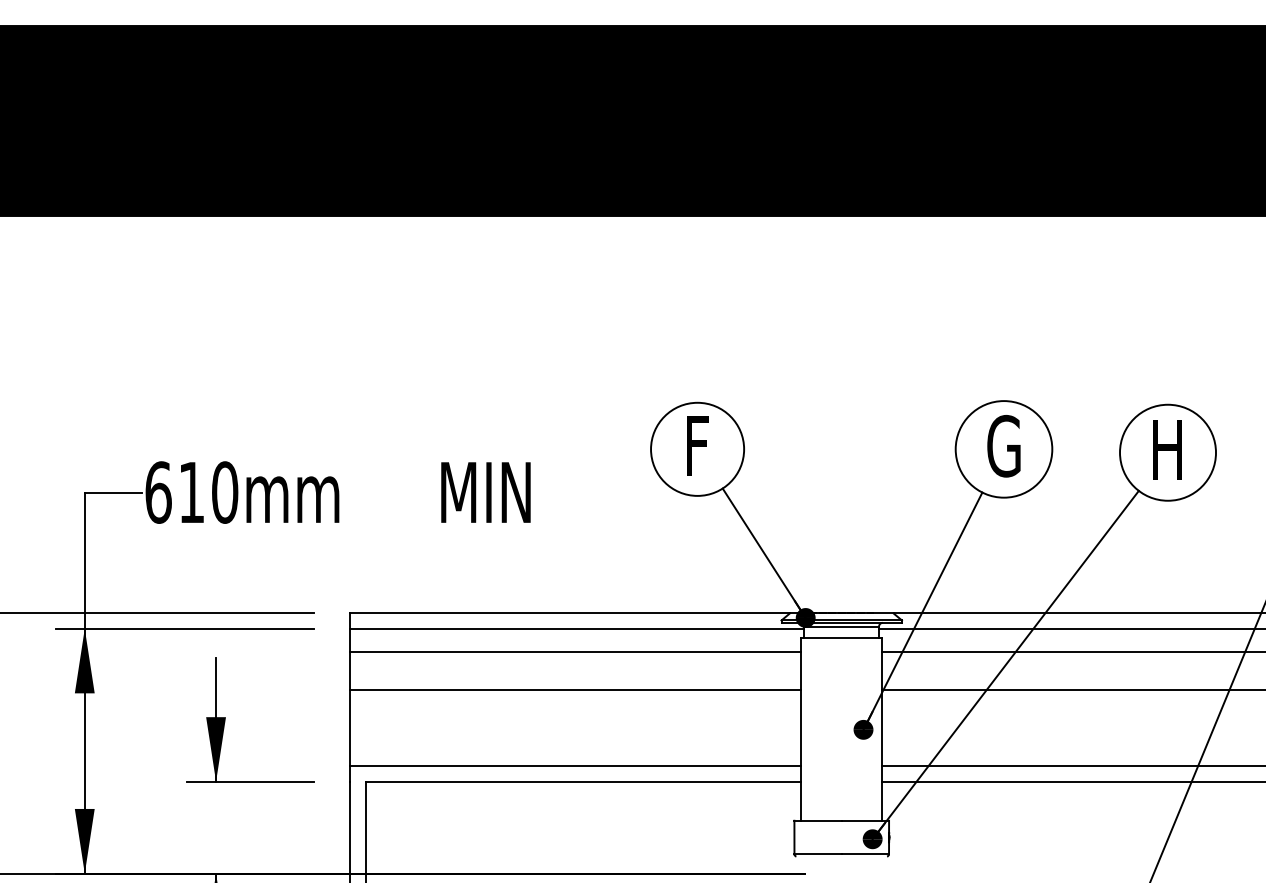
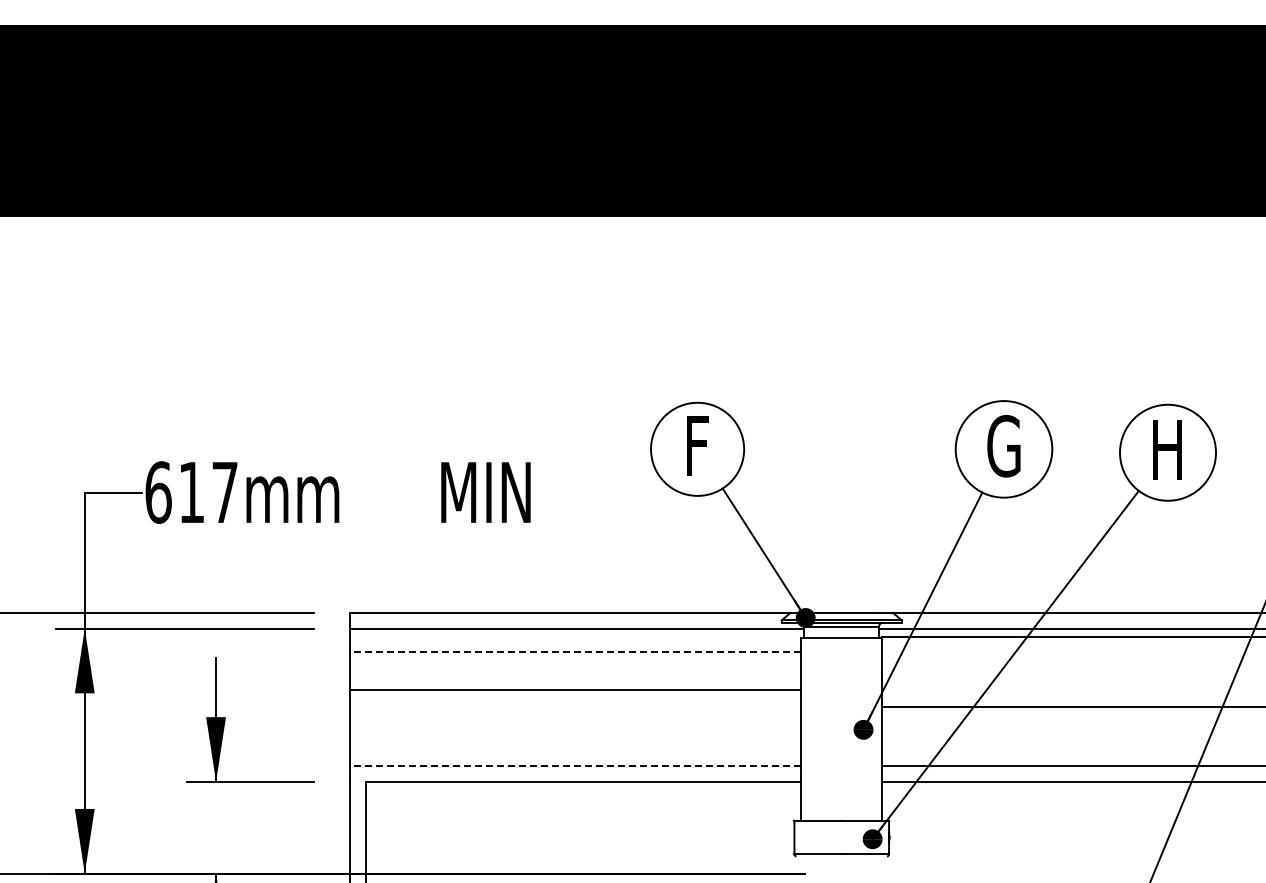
text at (225, 492): 610mm -> 617mm
line at (575, 651): solid -> dashed
line at (1072, 651) position: (1072, 651) -> (1072, 636)
line at (1072, 689) position: (1072, 689) -> (1072, 706)
line at (575, 766): solid -> dashed
